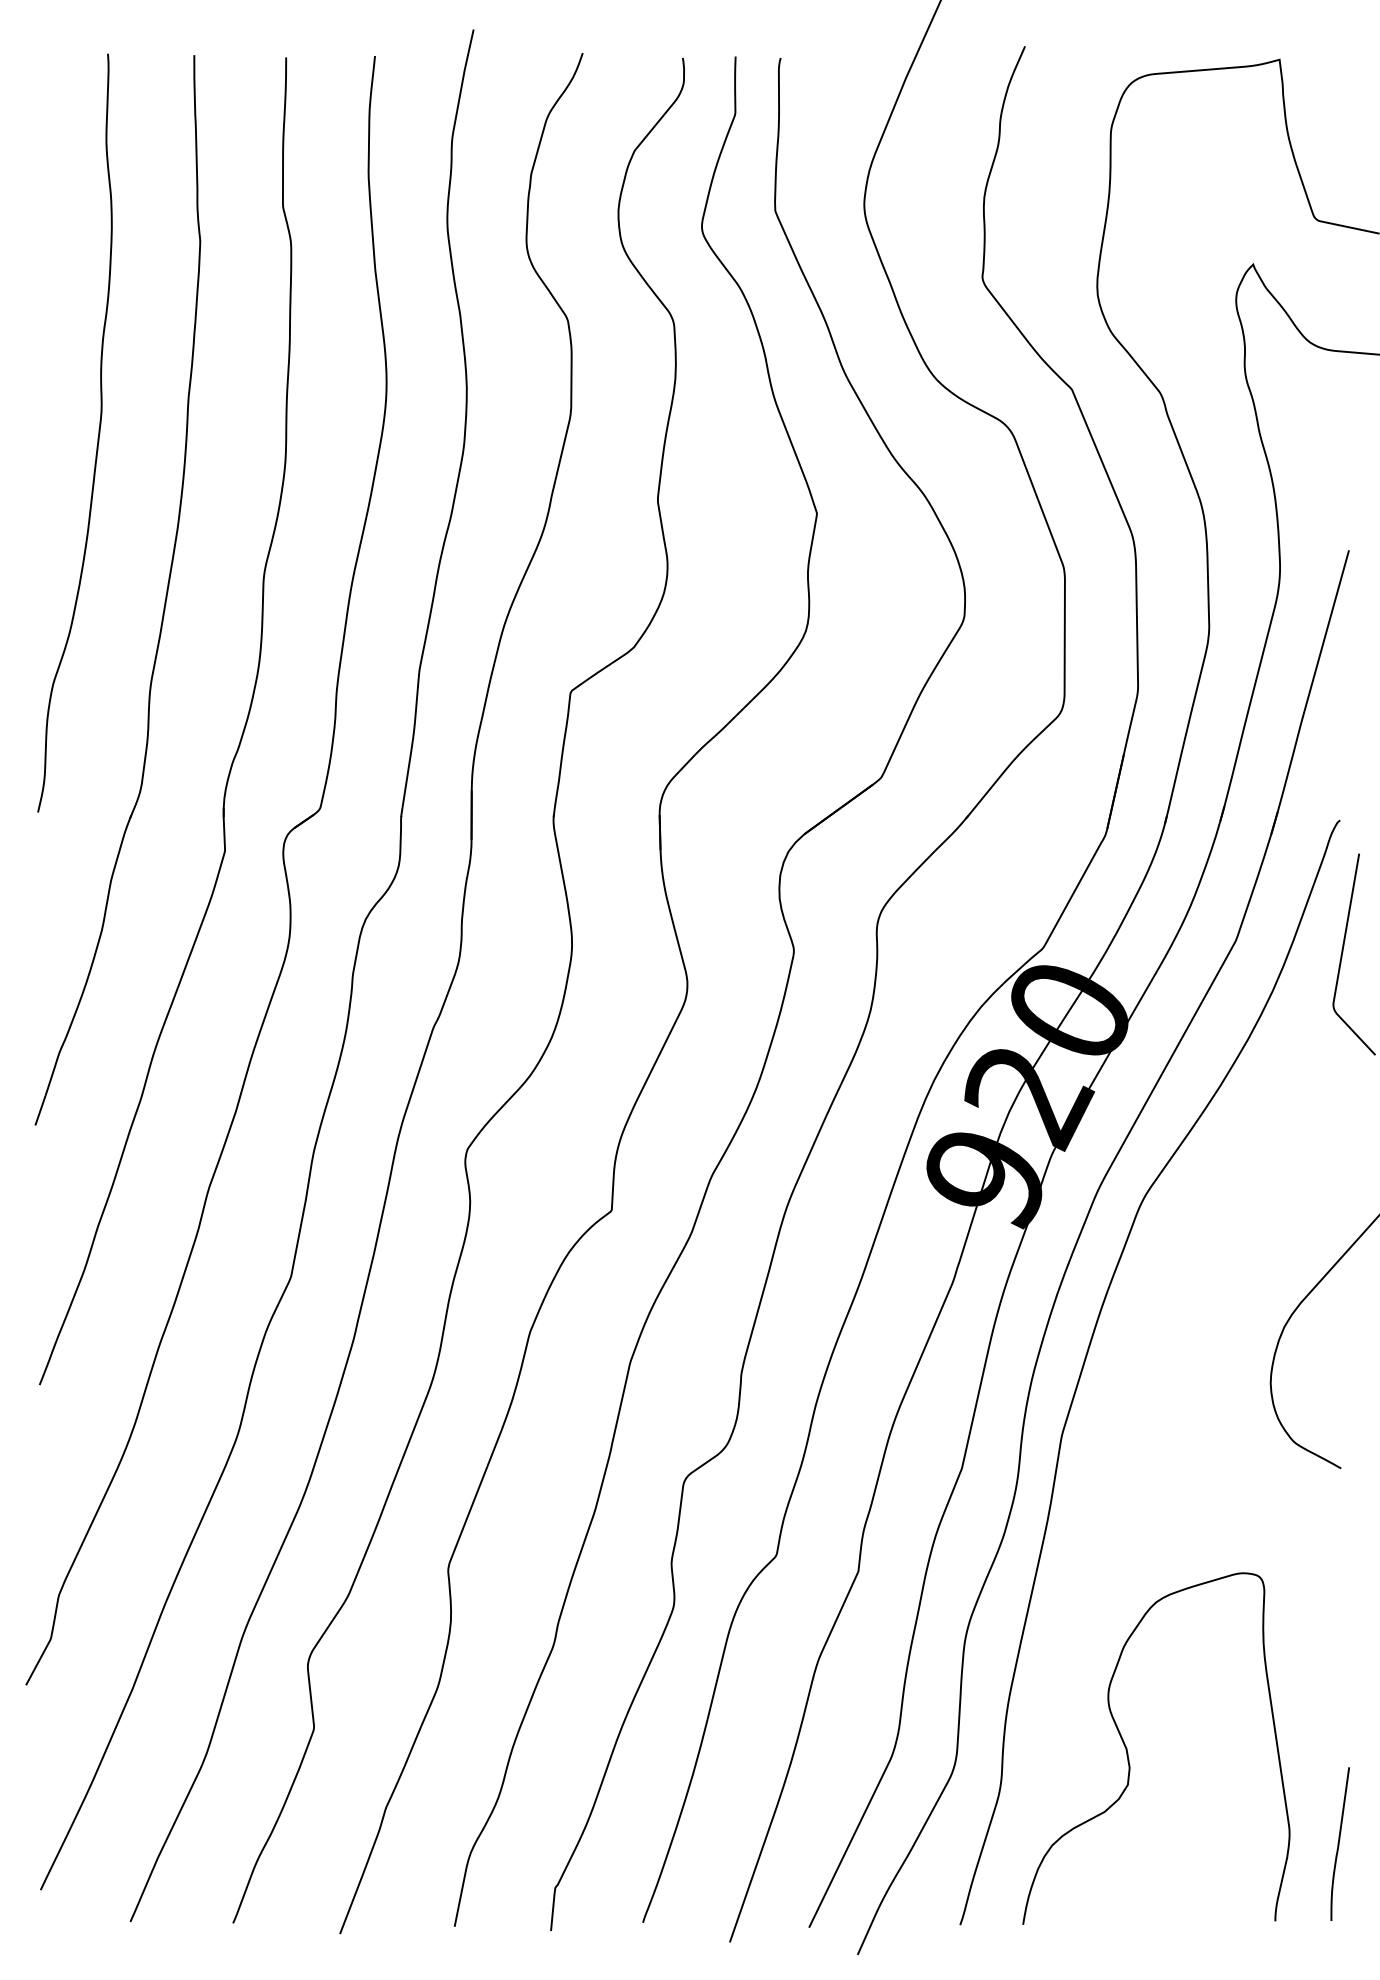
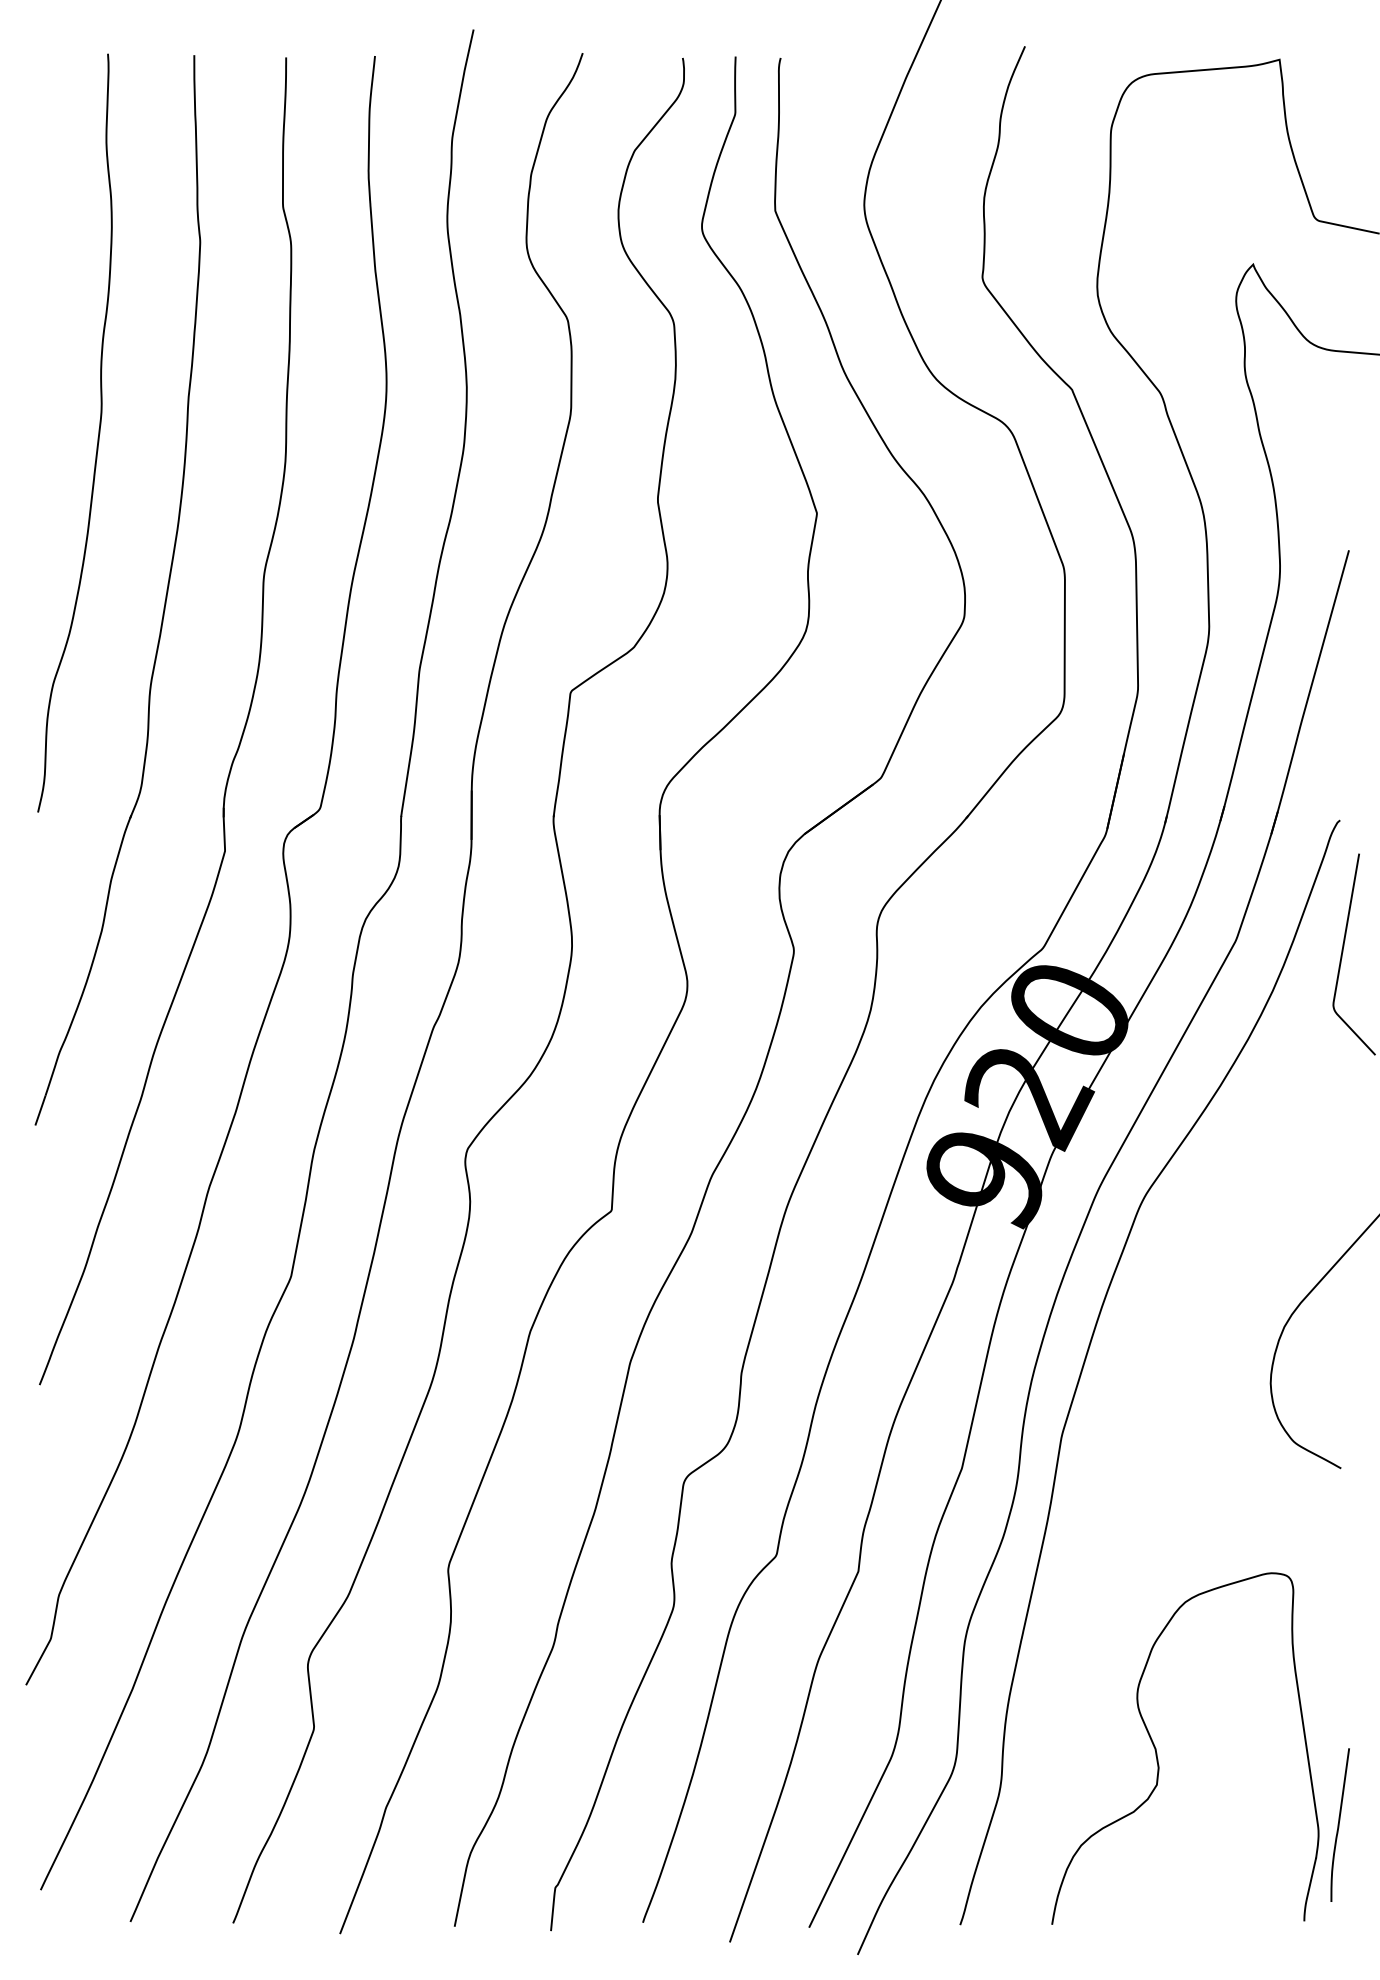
curve at (1128, 1752) position: (1128, 1752) -> (1157, 1752)
curve at (1339, 1843) position: (1339, 1843) -> (1339, 1824)
